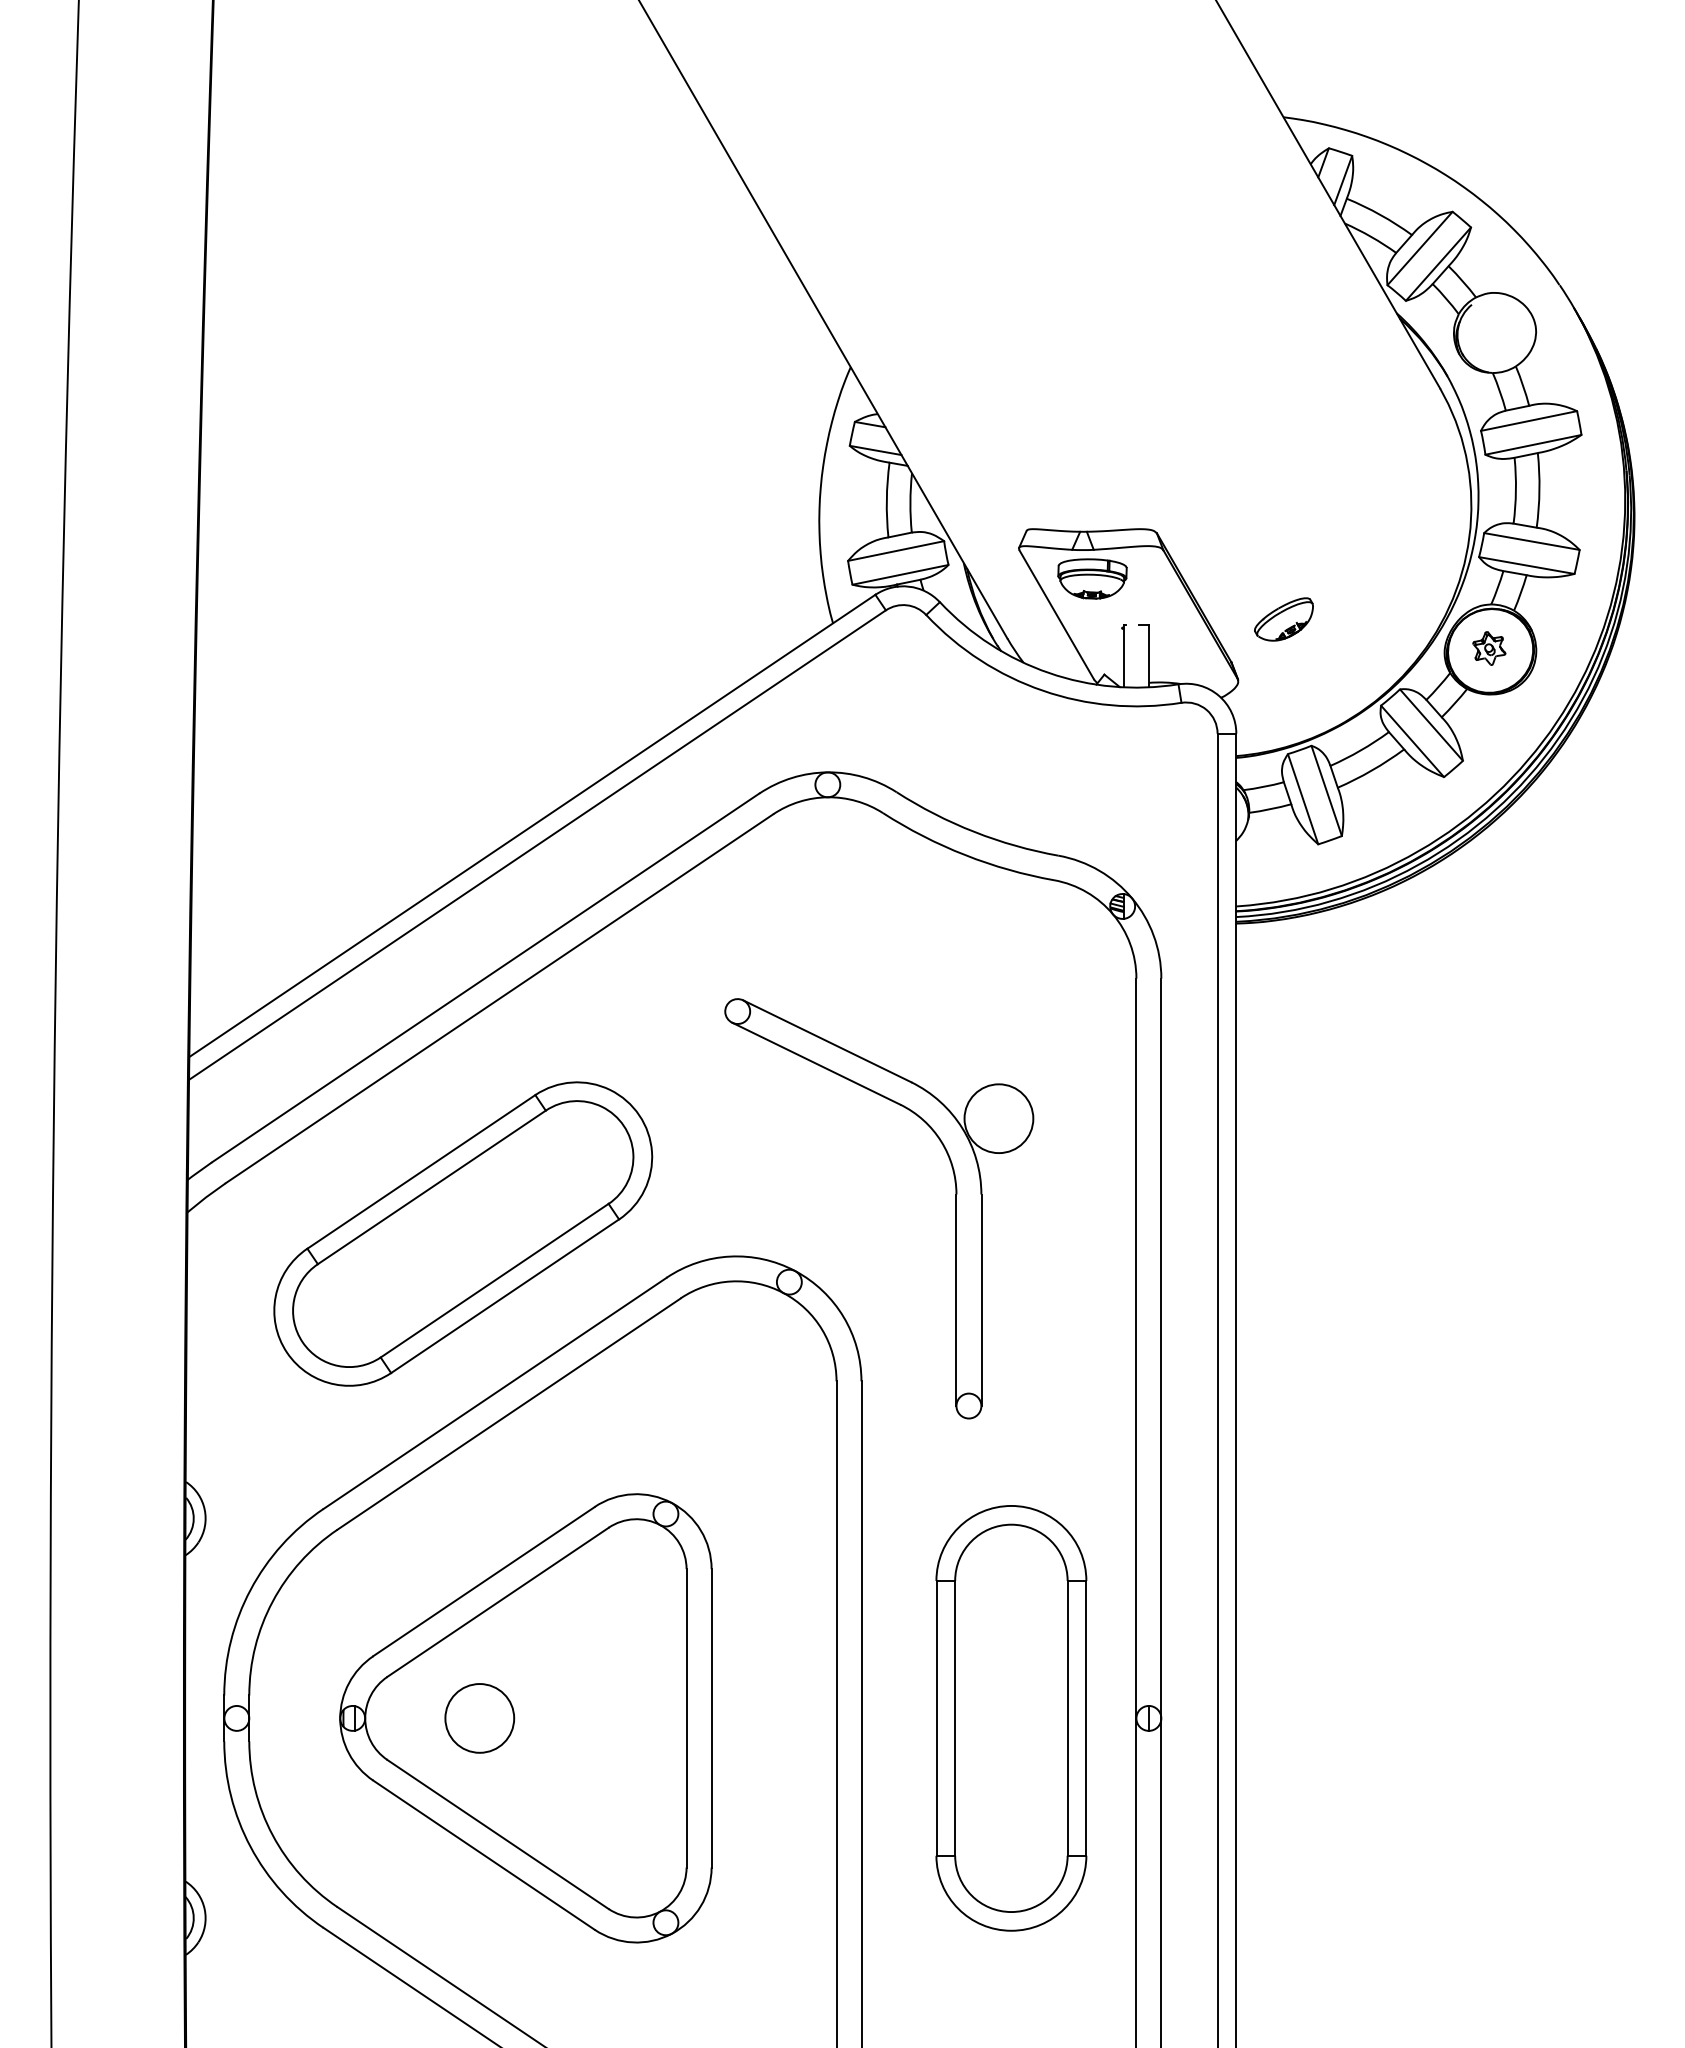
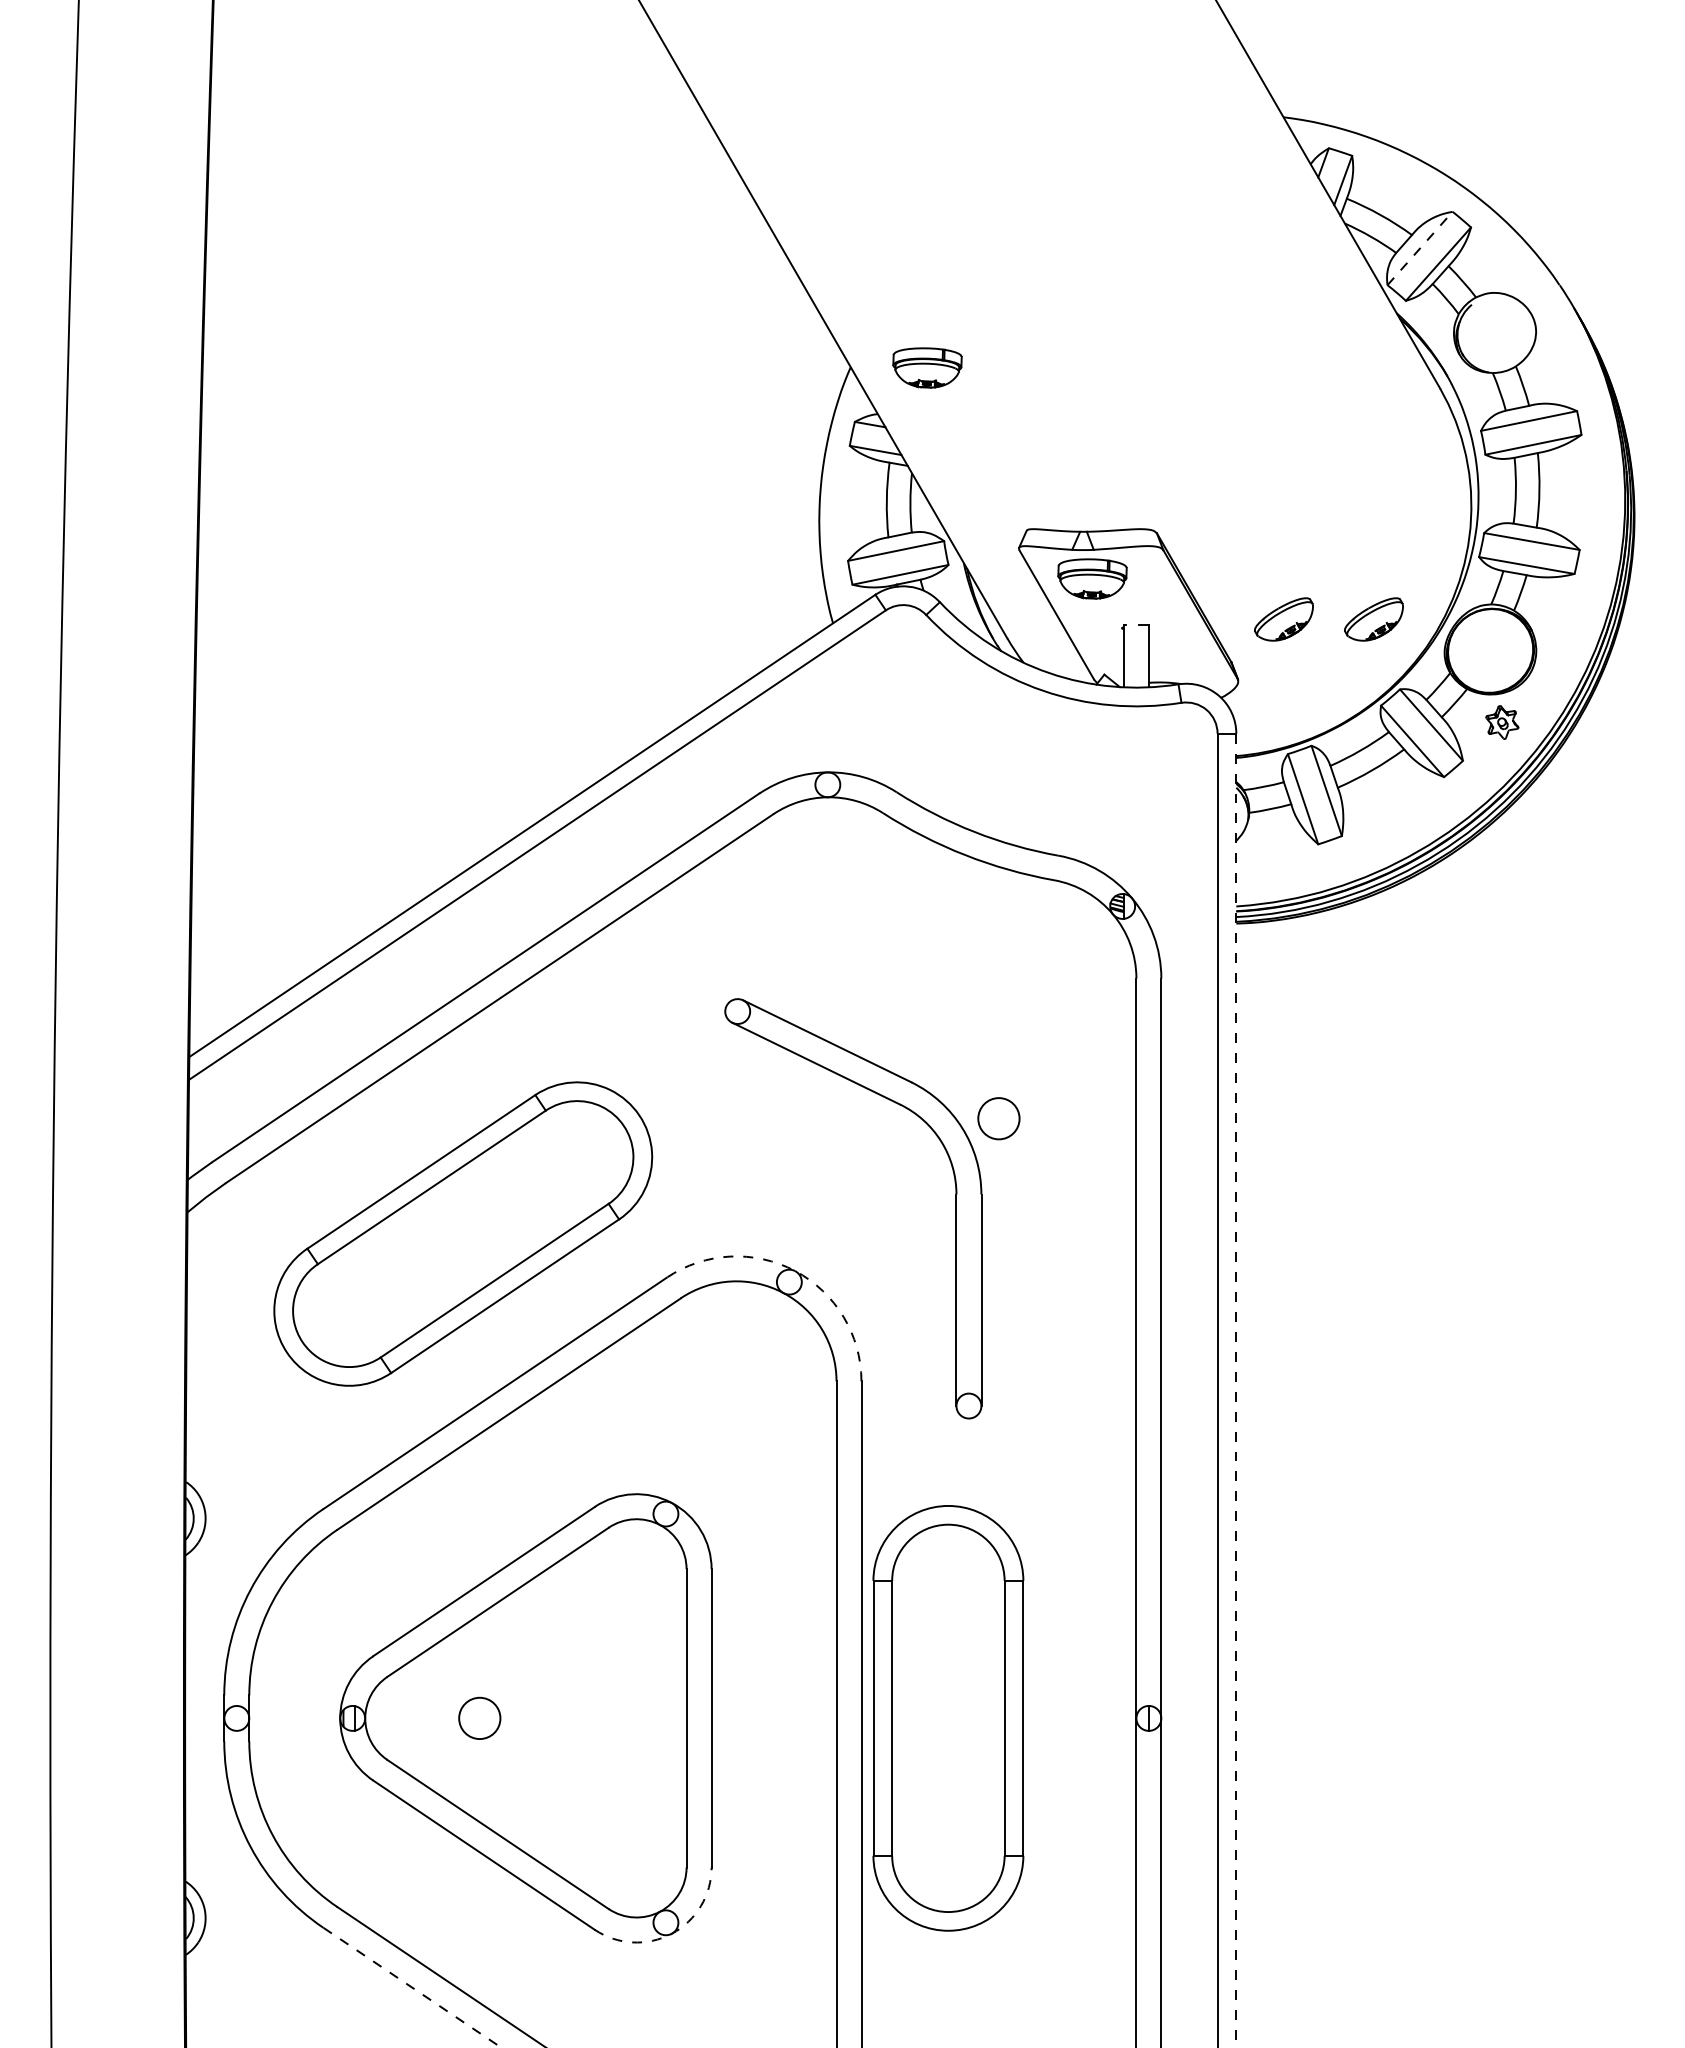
line at (1420, 248): solid -> dashed
part at (927, 367): none -> present
part at (1373, 619): none -> present
part at (1489, 648) position: (1489, 648) -> (1502, 722)
circle at (998, 1118) diameter: 69 px -> 41 px
arc at (795, 1271): solid -> dashed
line at (1236, 1390): solid -> dashed
circle at (479, 1718) diameter: 69 px -> 41 px
part at (1011, 1718) position: (1011, 1718) -> (948, 1718)
arc at (671, 1933): solid -> dashed
line at (413, 1988): solid -> dashed
